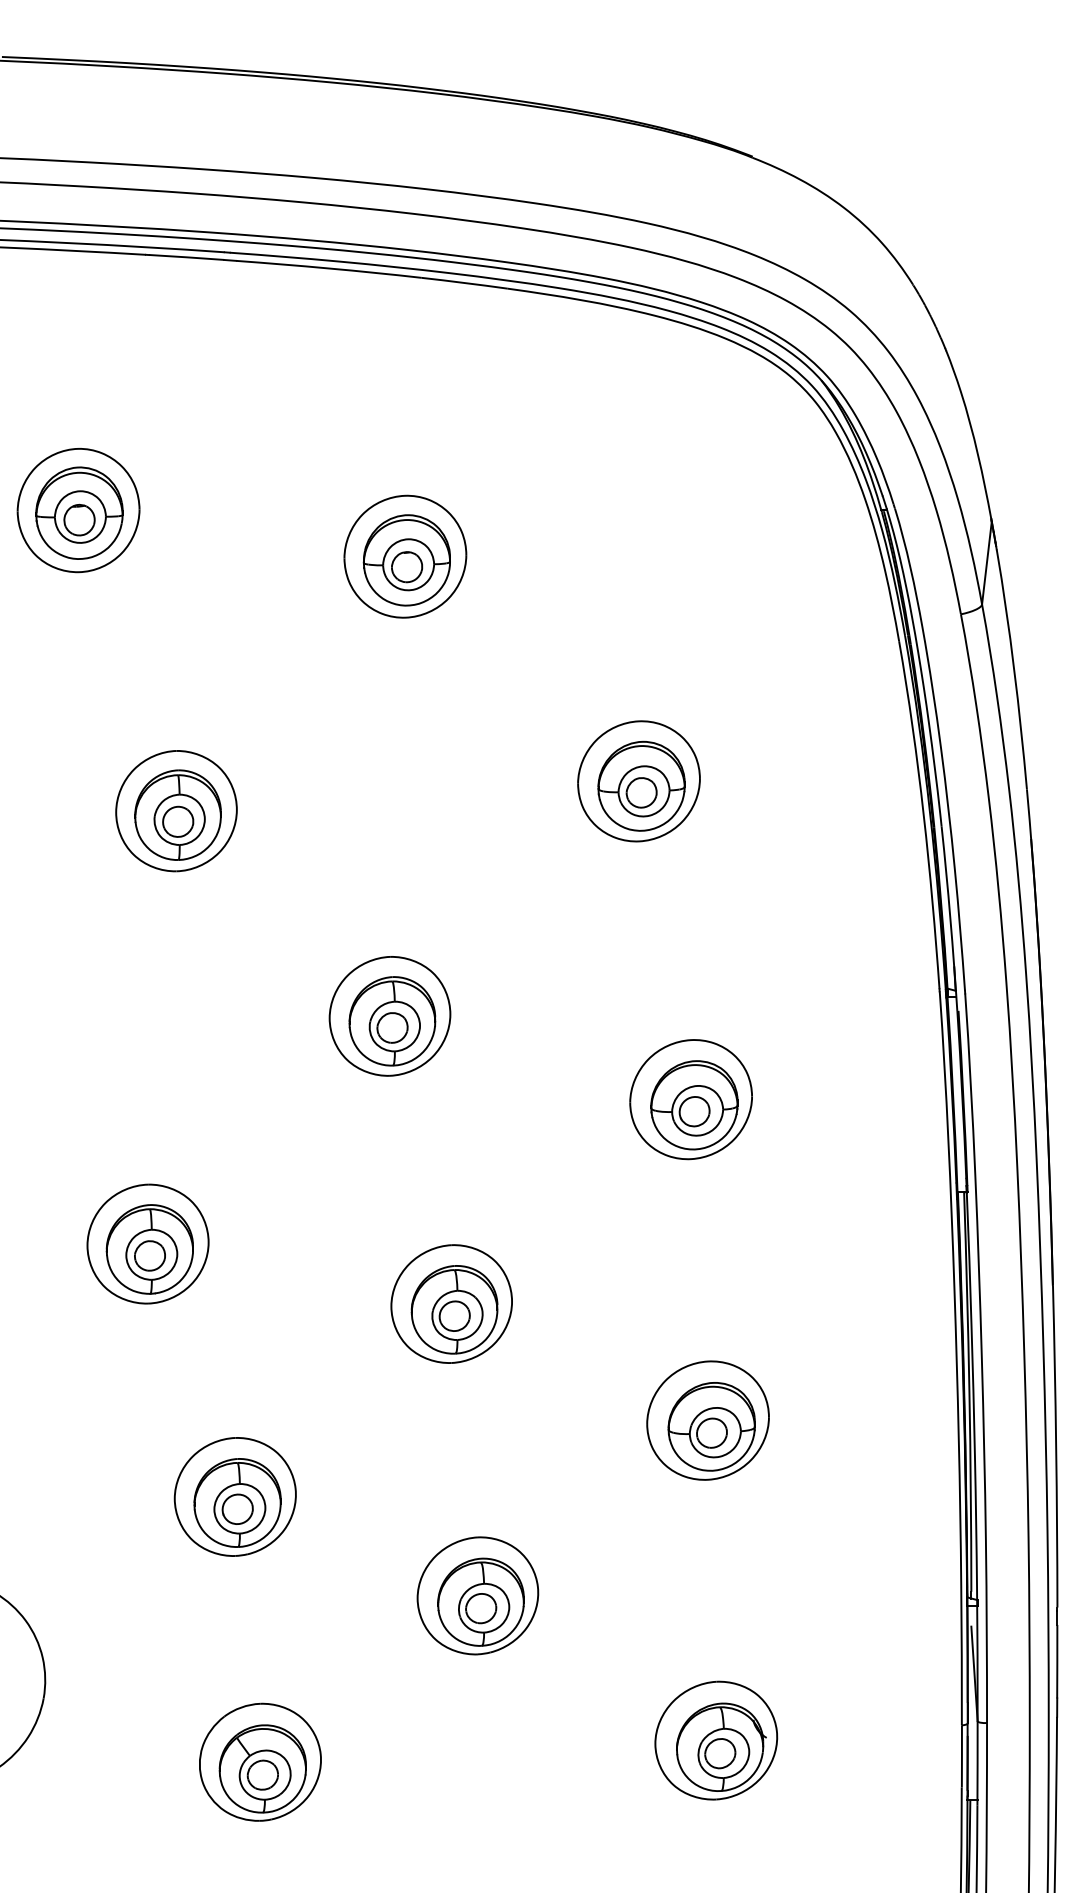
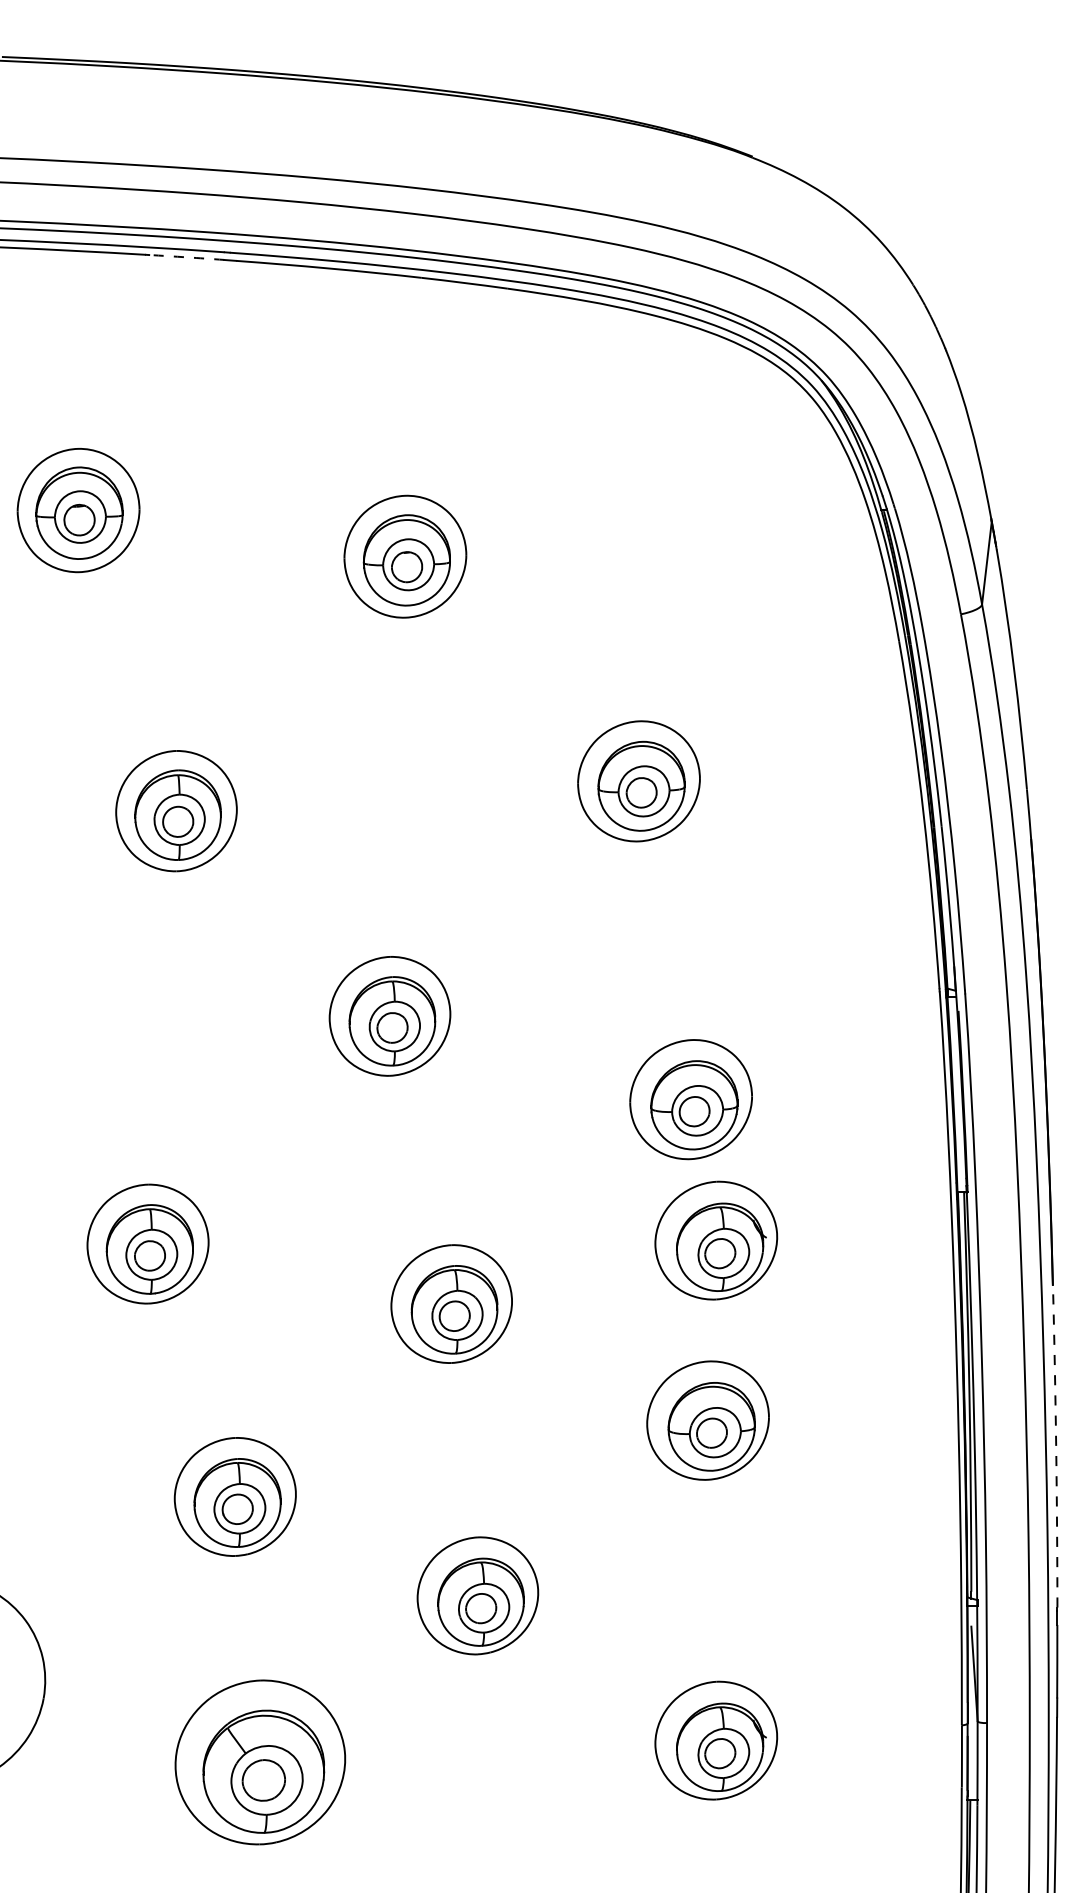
arc at (186, 257): solid -> dashed
part at (716, 1240): none -> present
arc at (1056, 1446): solid -> dashed
part at (260, 1761) size: 123x120 px -> 173x167 px
